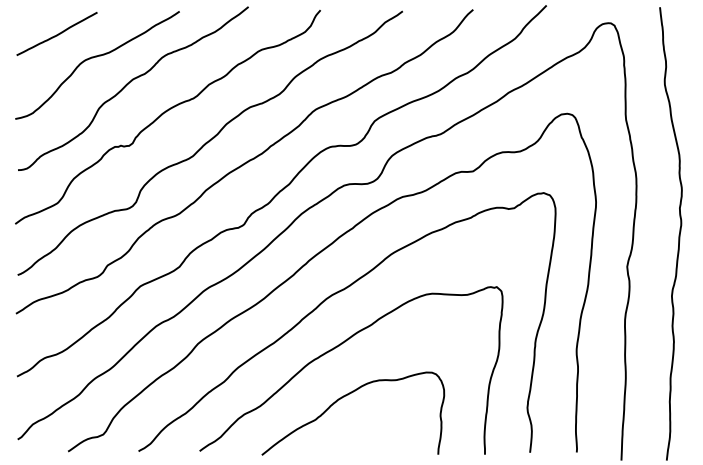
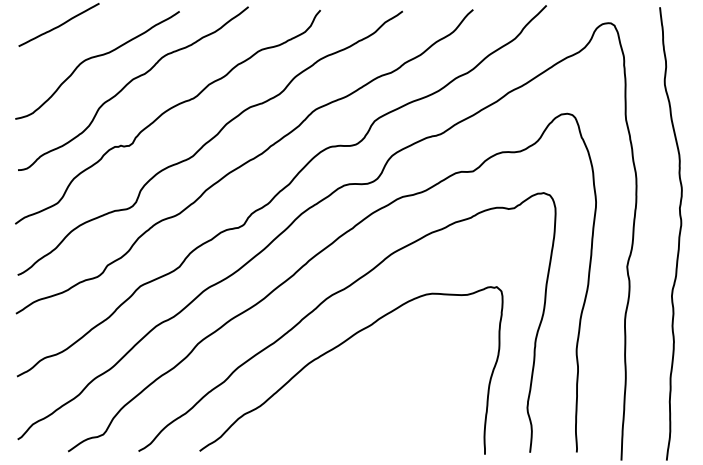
curve at (56, 34) position: (56, 34) -> (58, 25)
curve at (344, 397): present -> none
